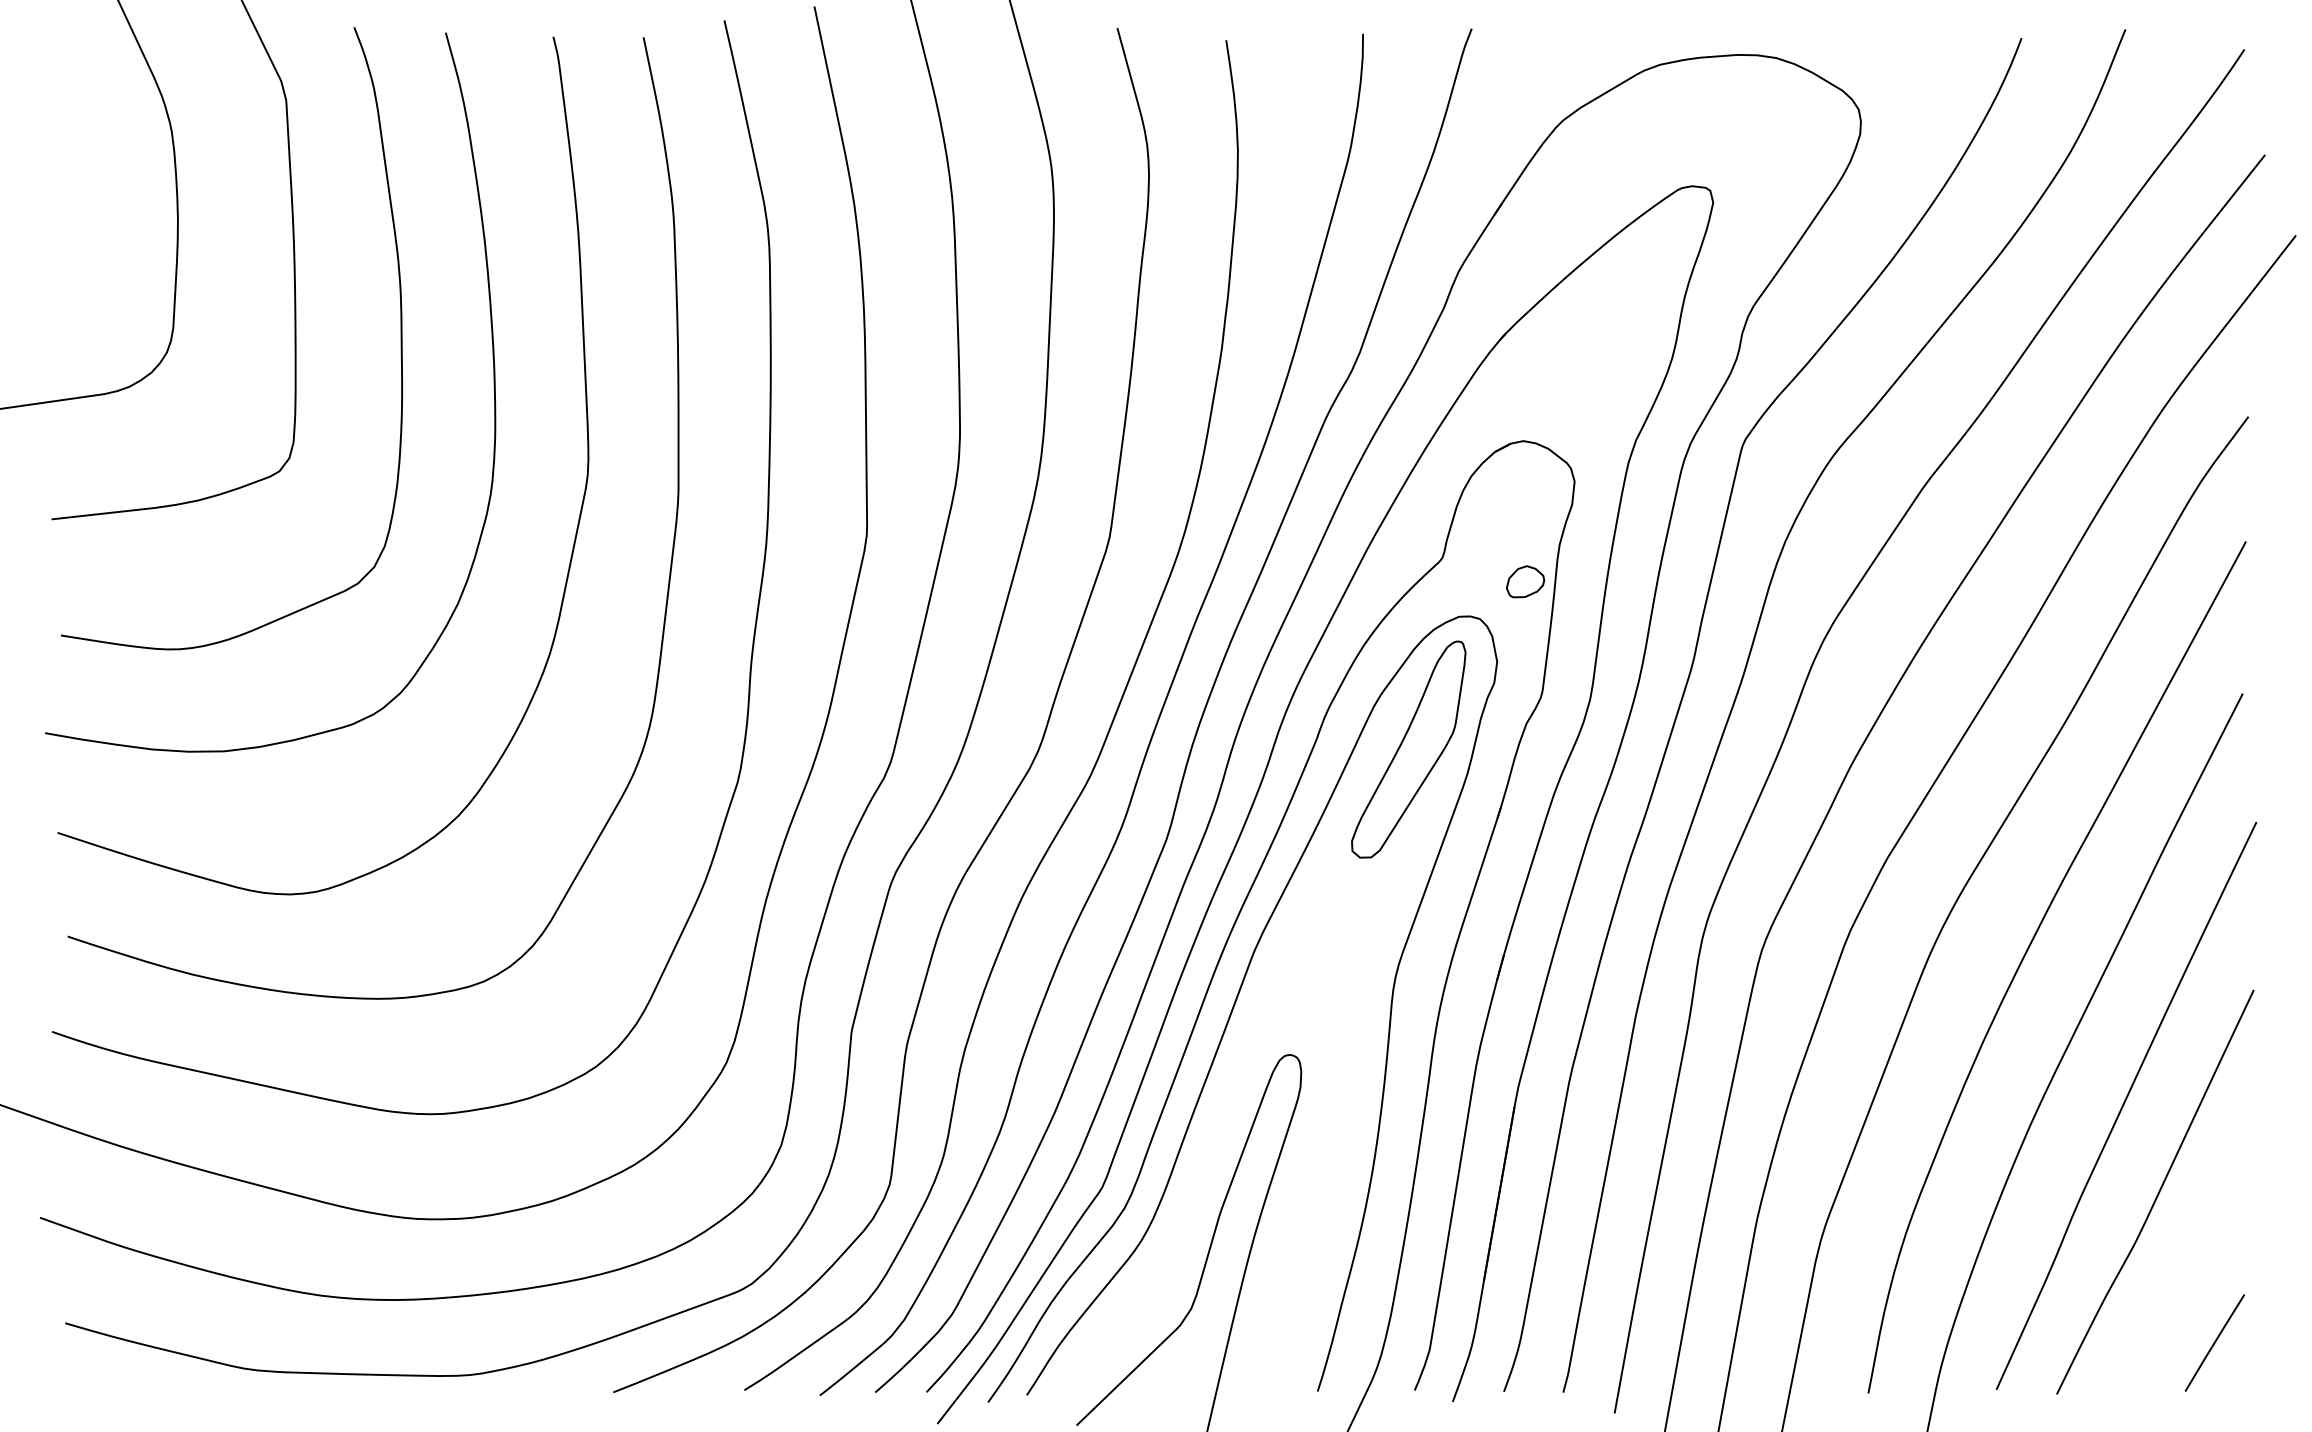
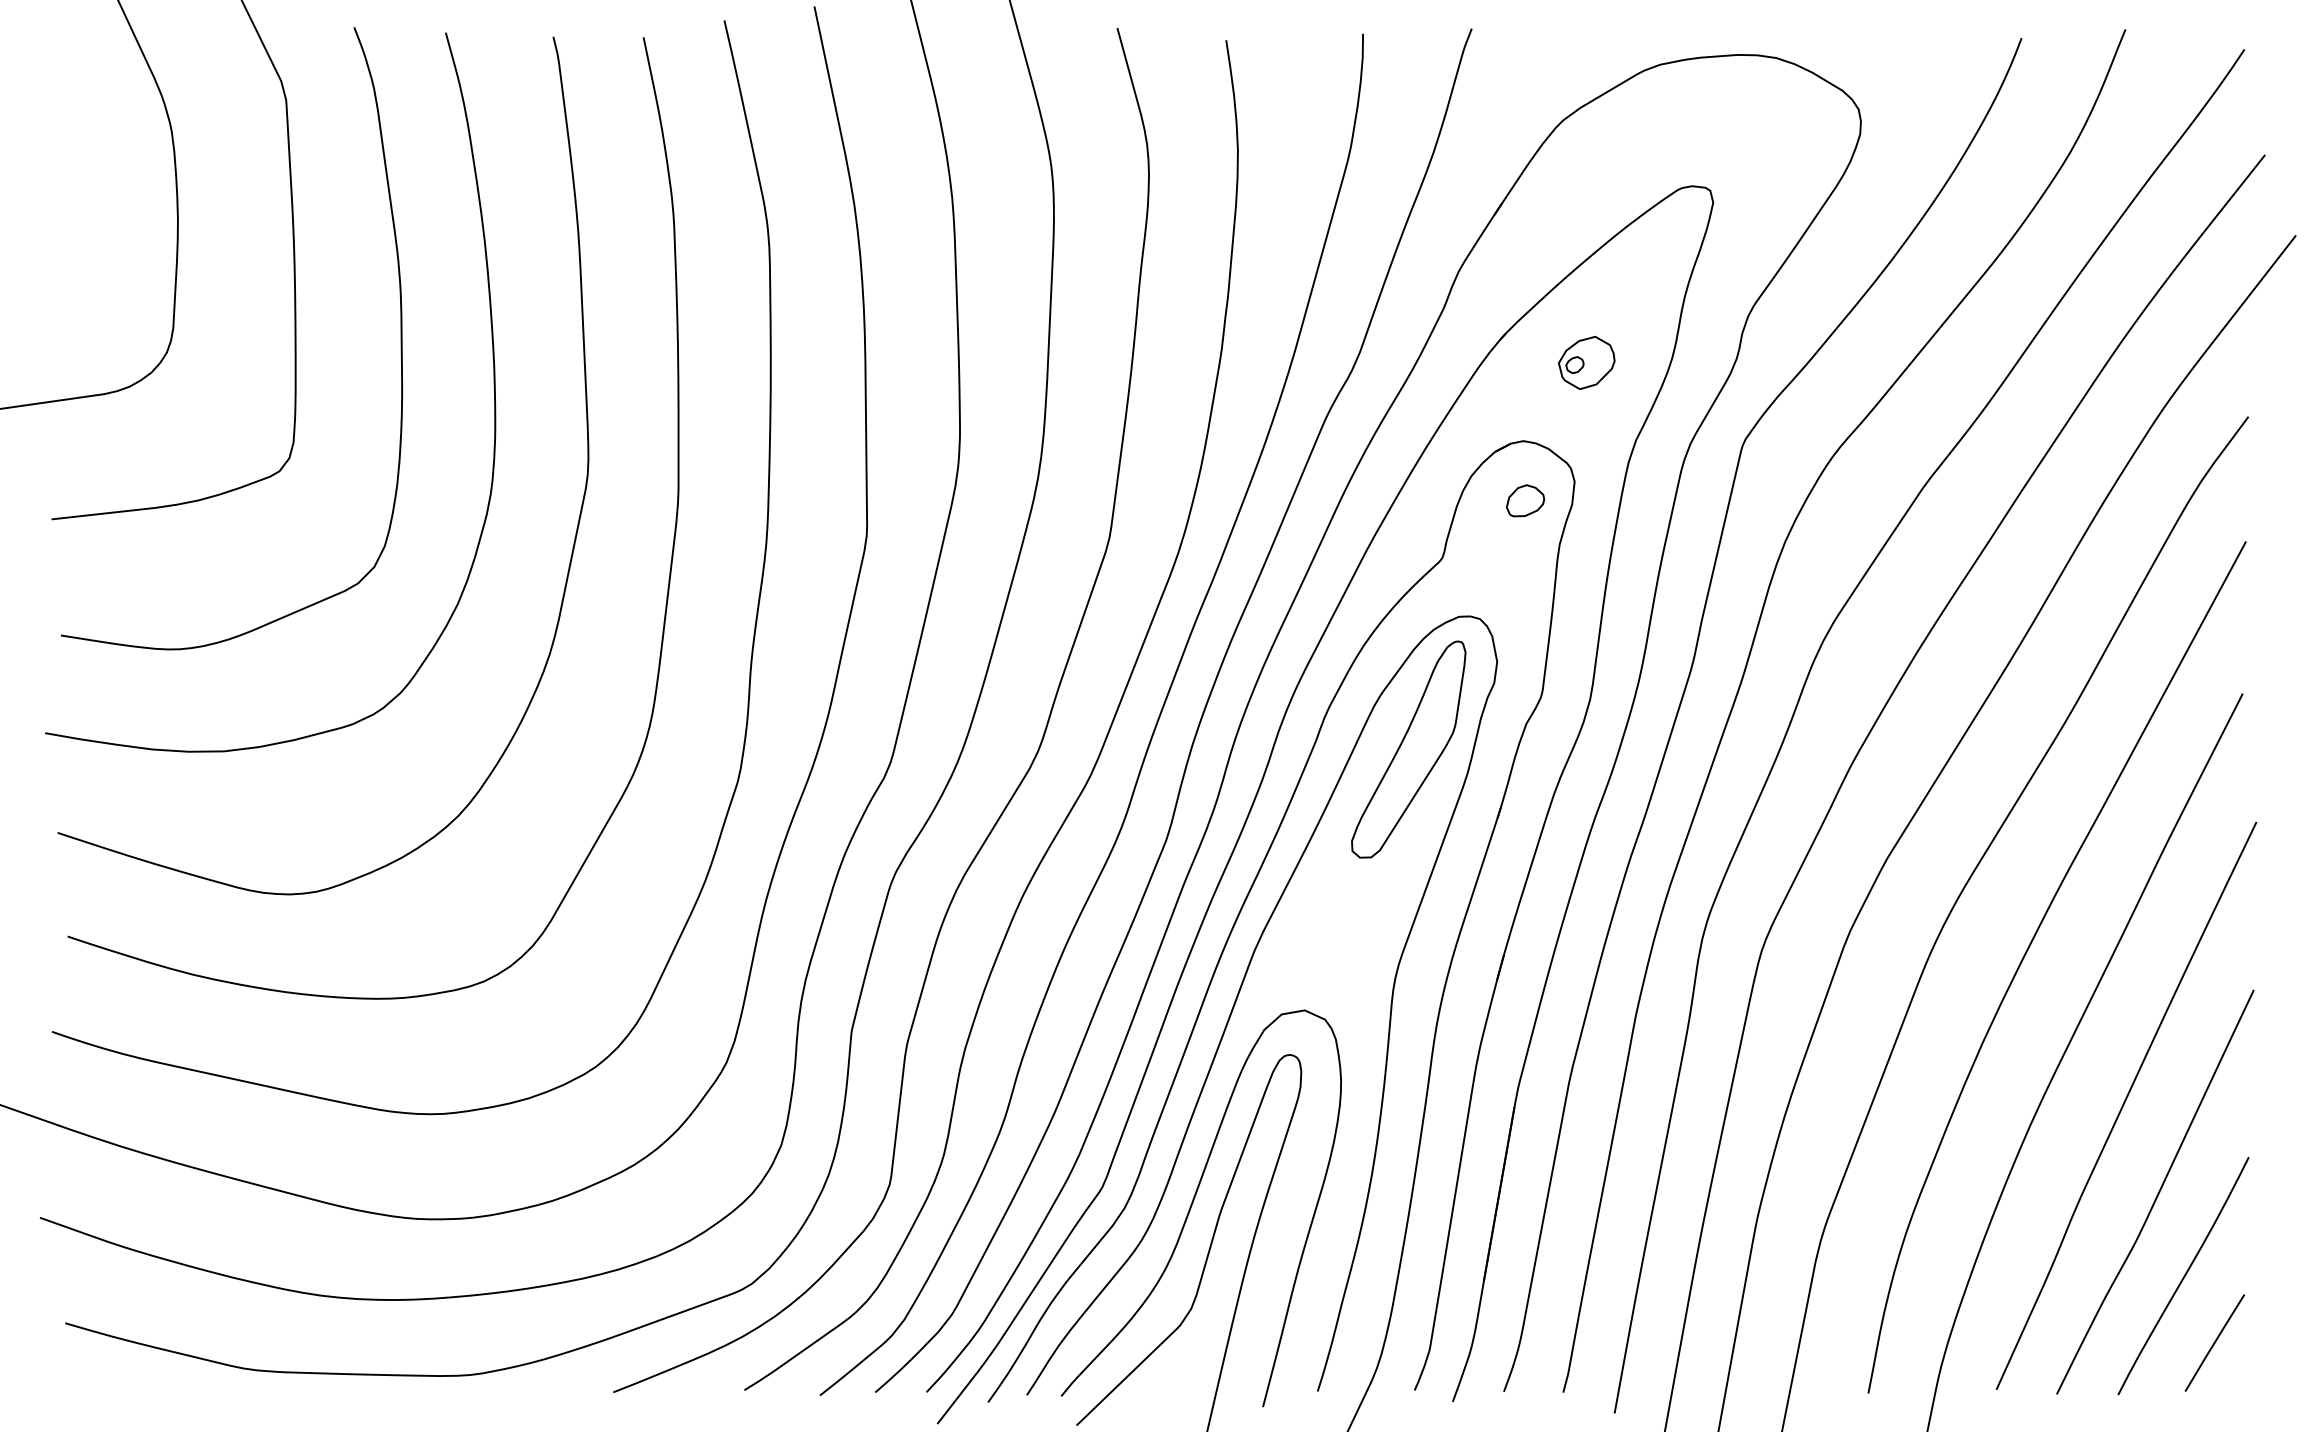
part at (1586, 362): none -> present
part at (1525, 581) position: (1525, 581) -> (1525, 500)
curve at (1192, 1205): none -> present
curve at (2183, 1276): none -> present
